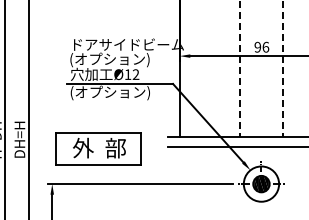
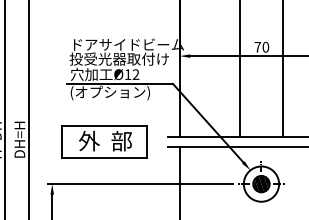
text at (261, 46): 96 -> 70
text at (118, 59): (オプション) -> 投受光器取付け
line at (240, 69): dashed -> solid
line at (282, 69): dashed -> solid
part at (98, 148) position: (98, 148) -> (104, 141)
line at (179, 181): none -> present
